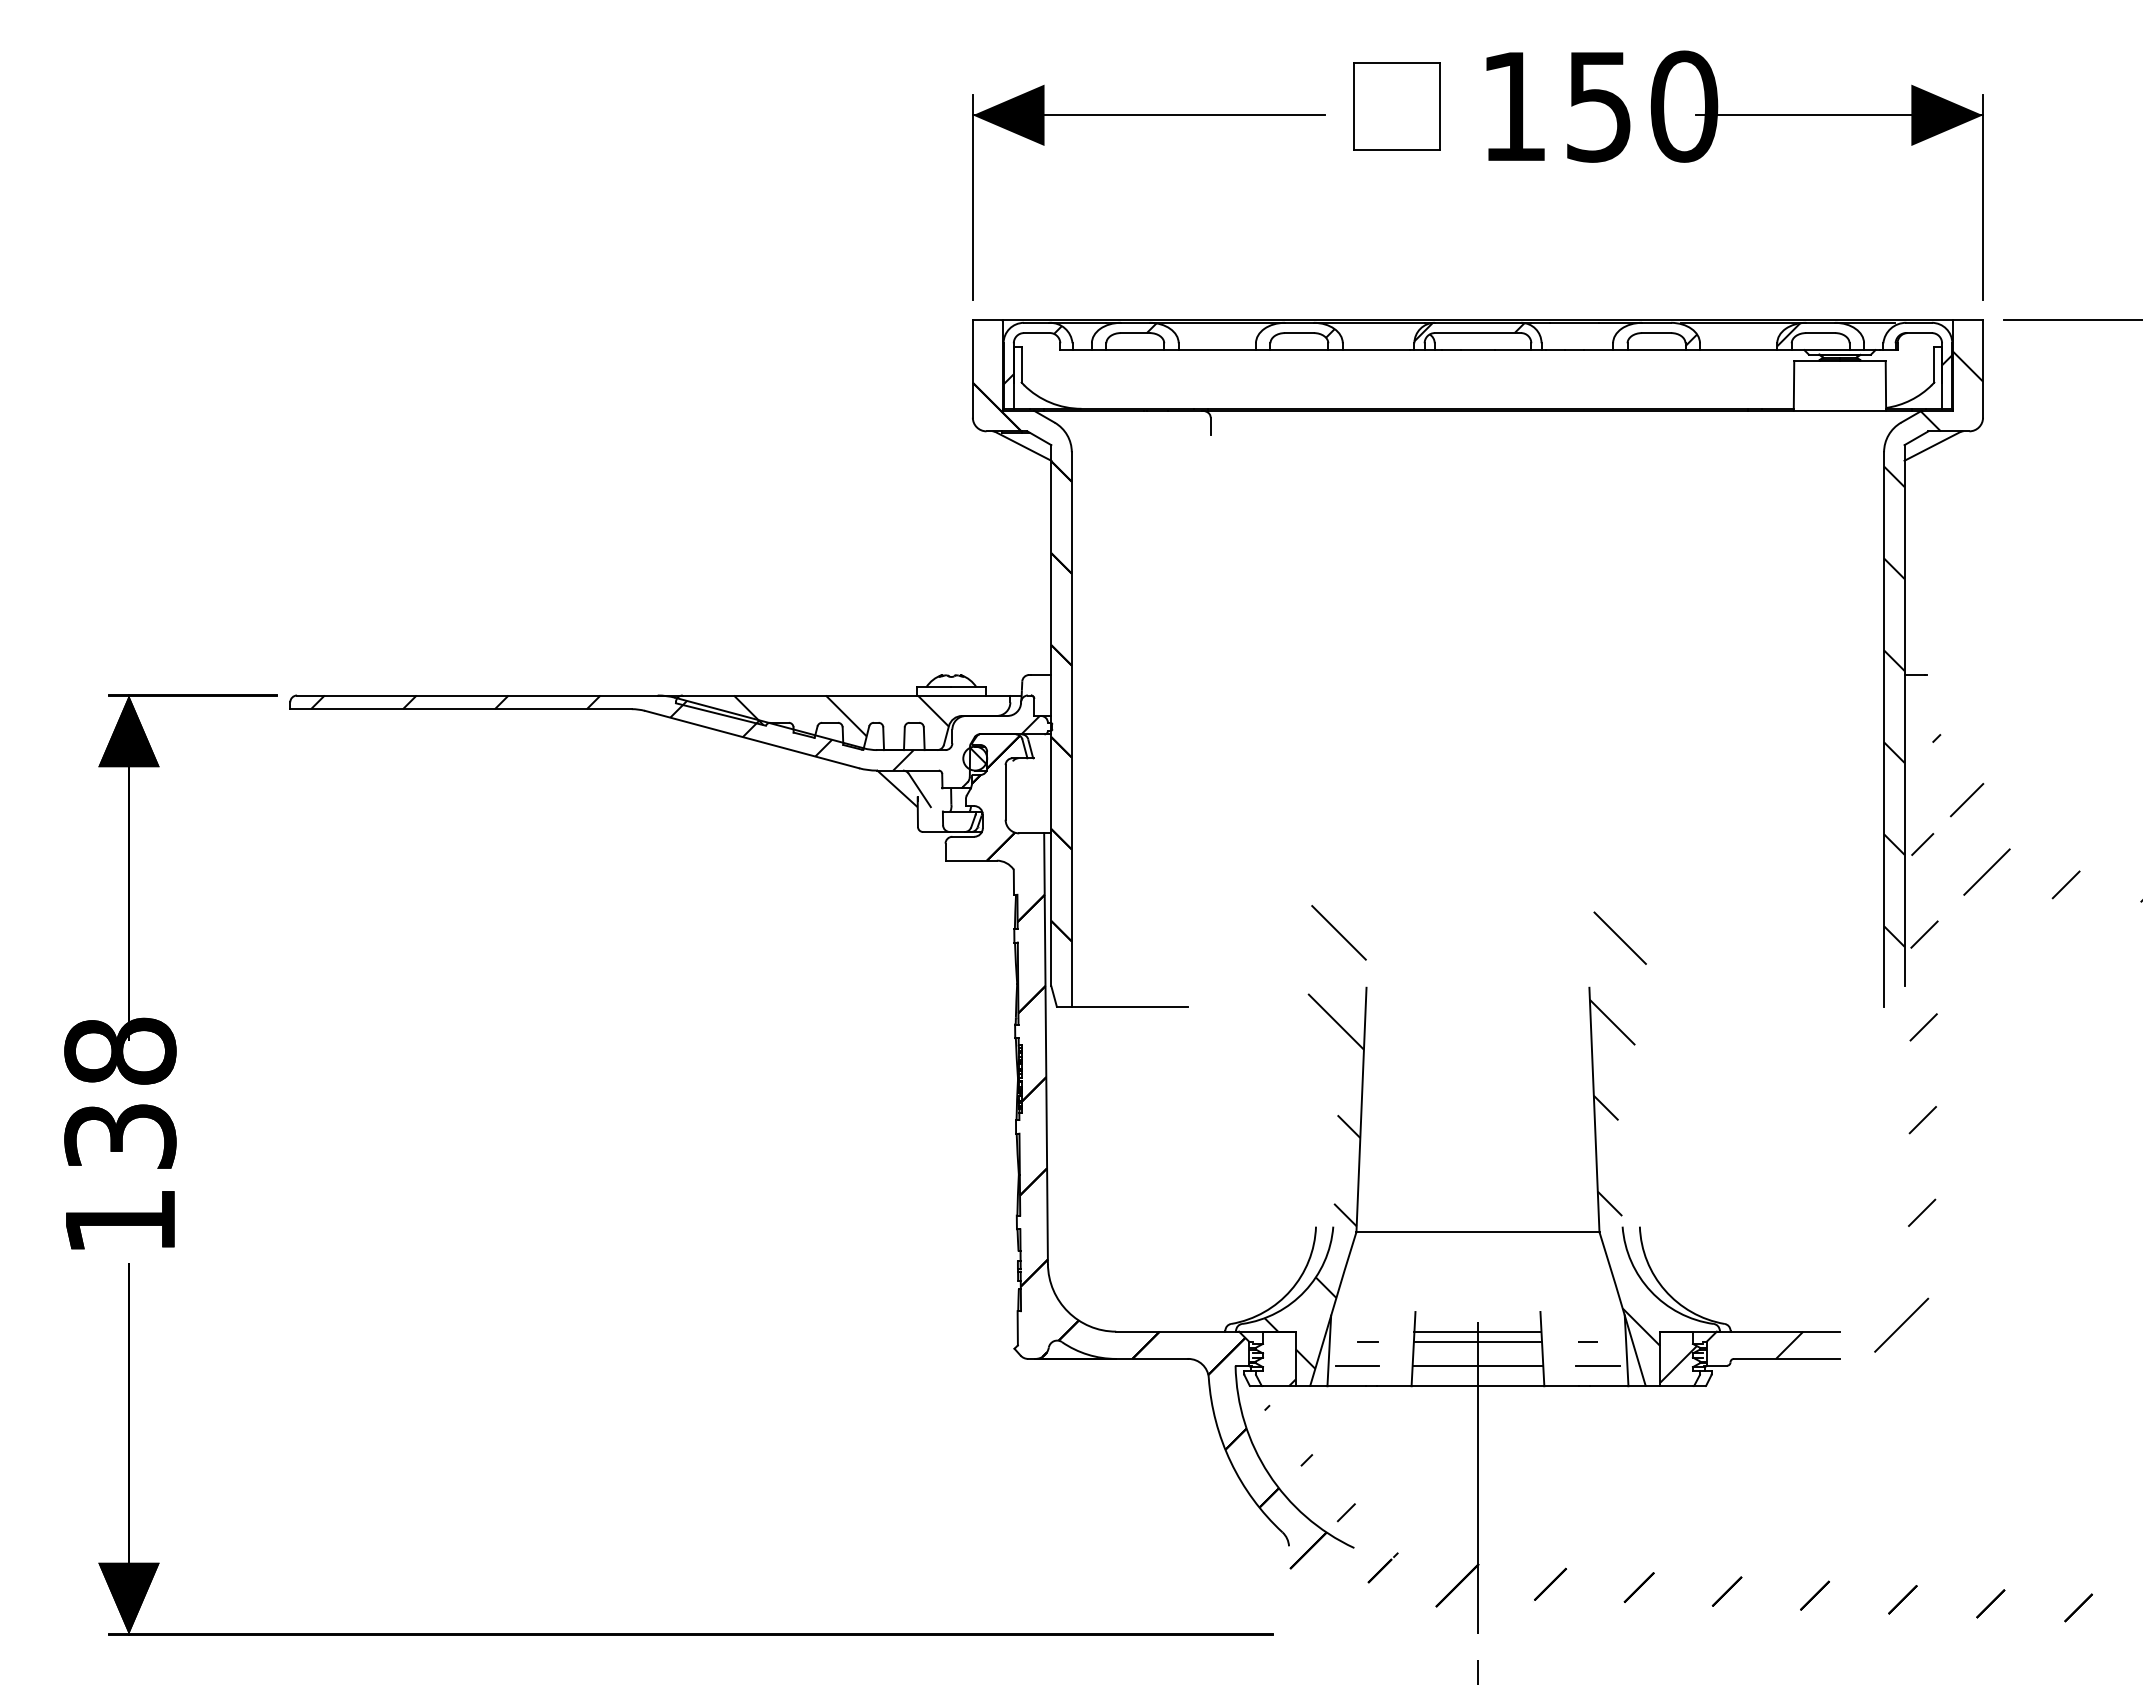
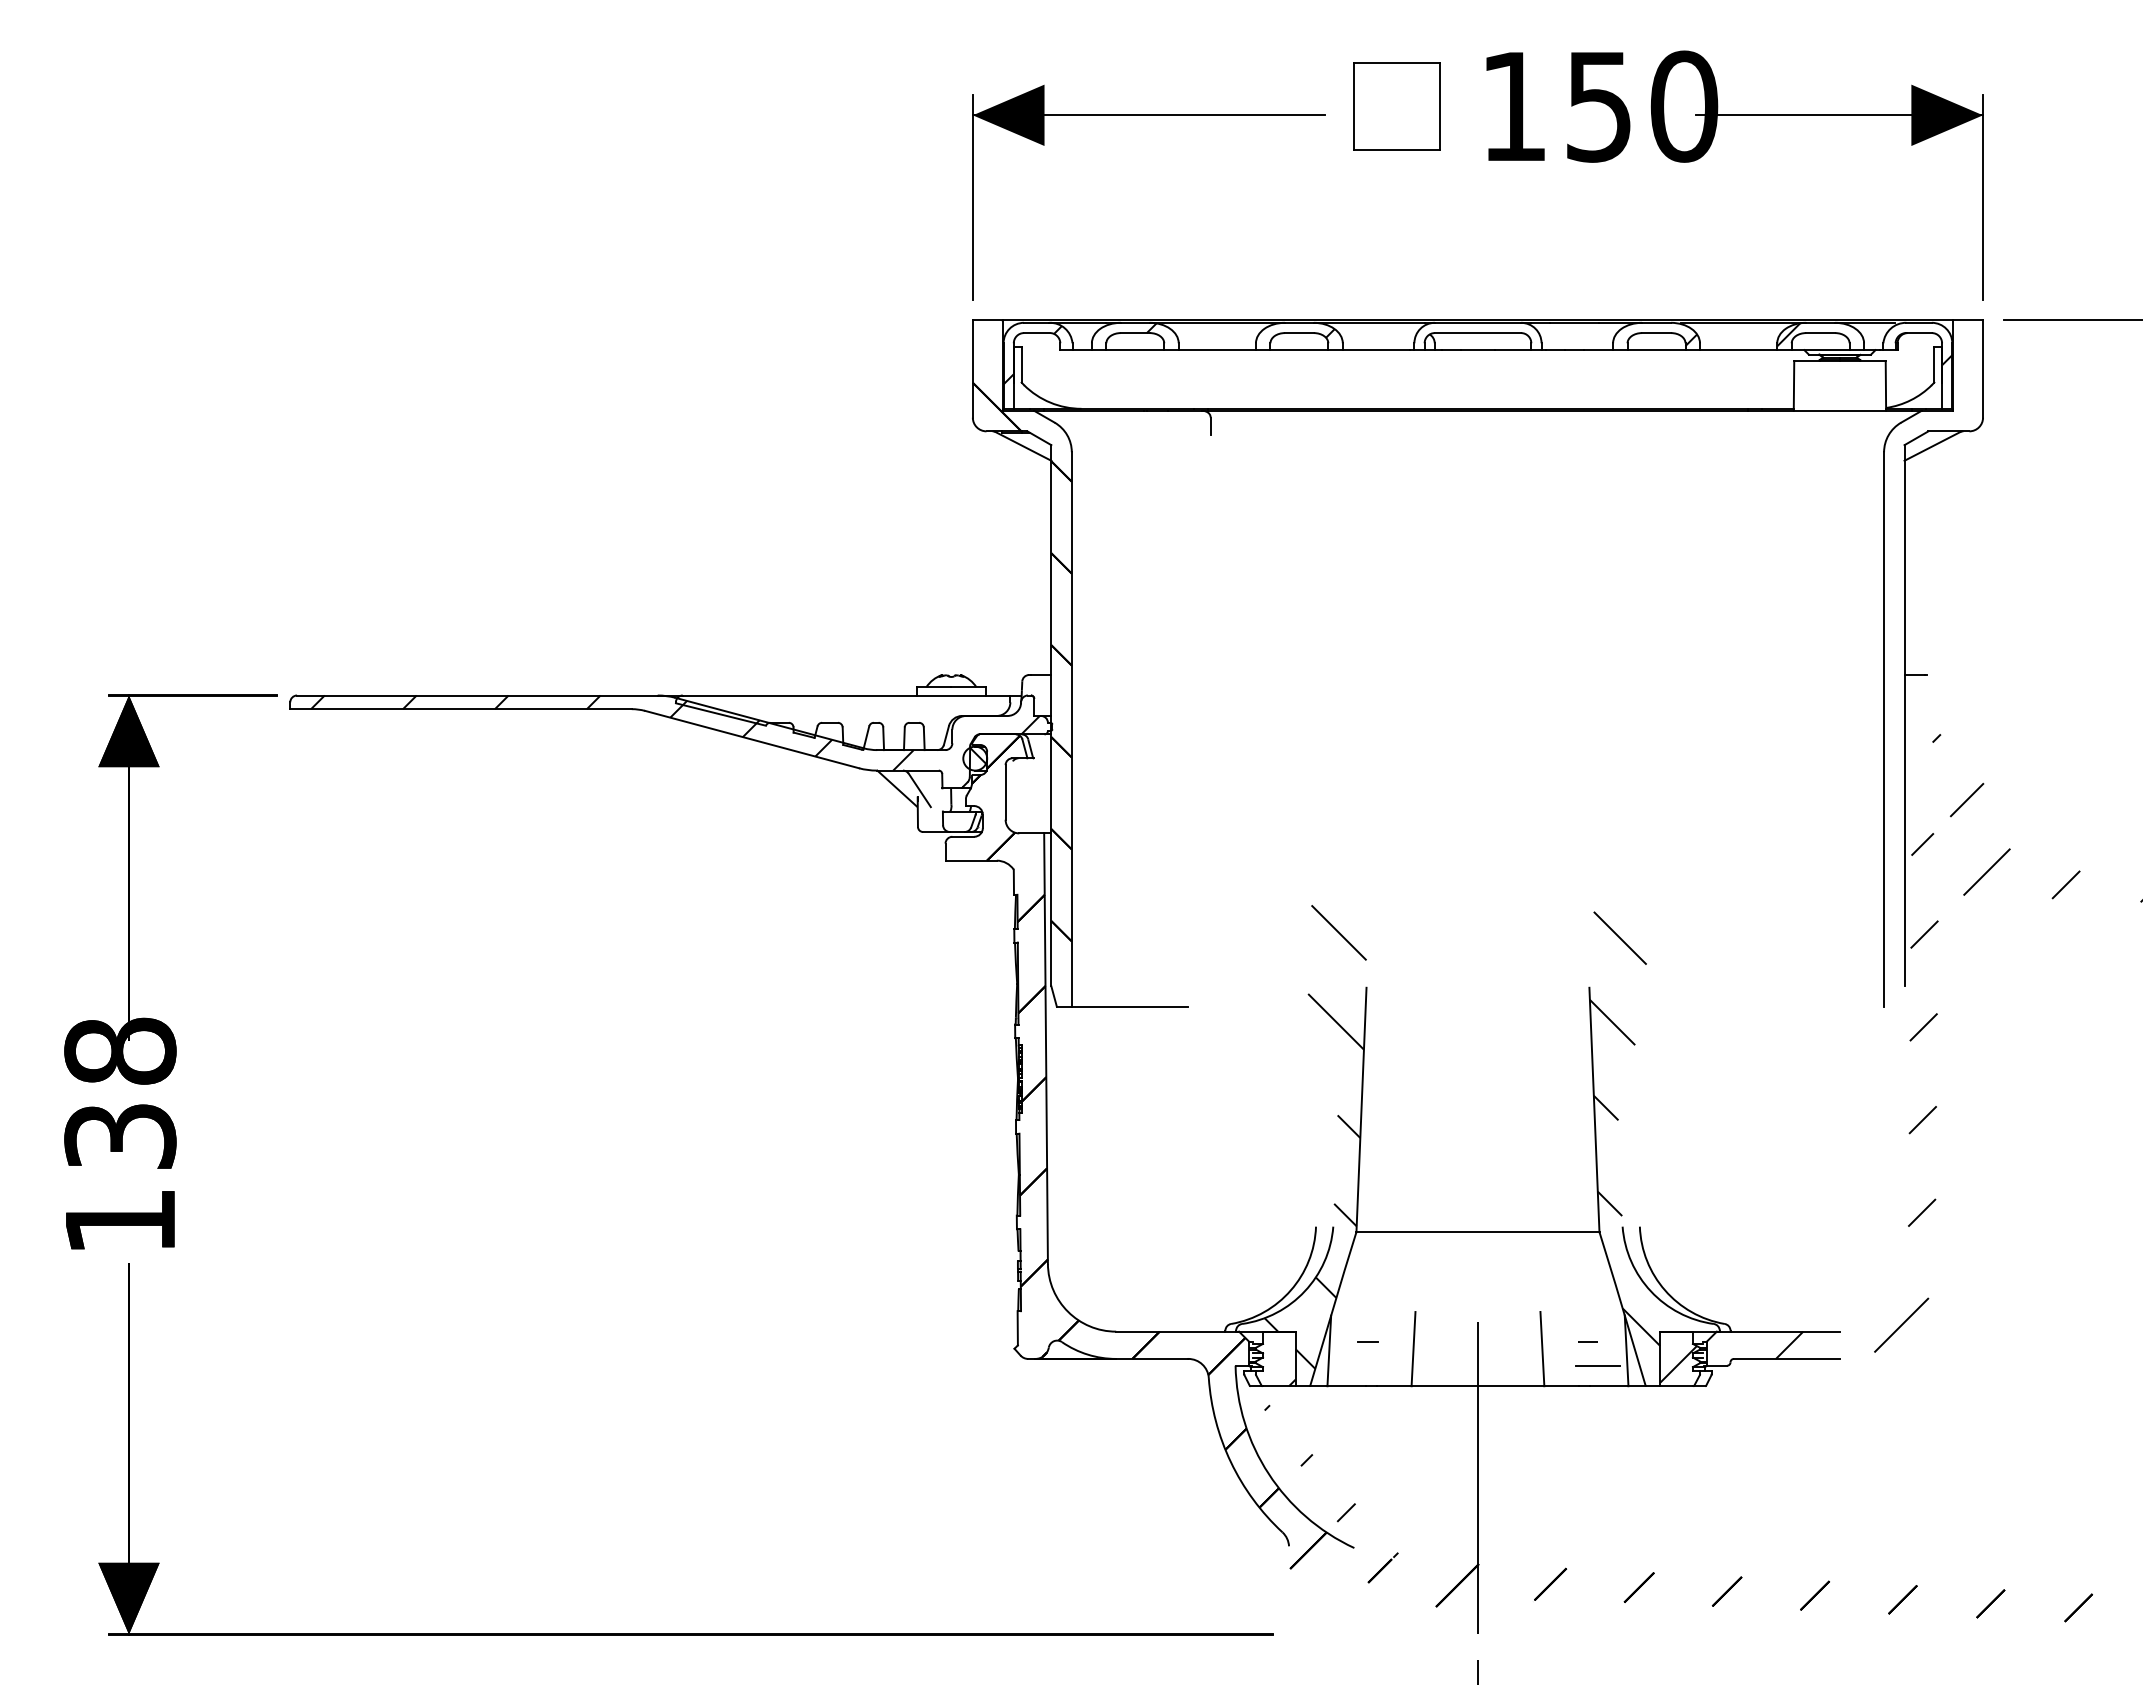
hatch at (1469, 331): present -> none
hatch at (1933, 648): present -> none
hatch at (871, 715): present -> none
line at (1477, 1331): present -> none
line at (1477, 1341): present -> none
line at (1357, 1365): present -> none
line at (1477, 1365): present -> none
